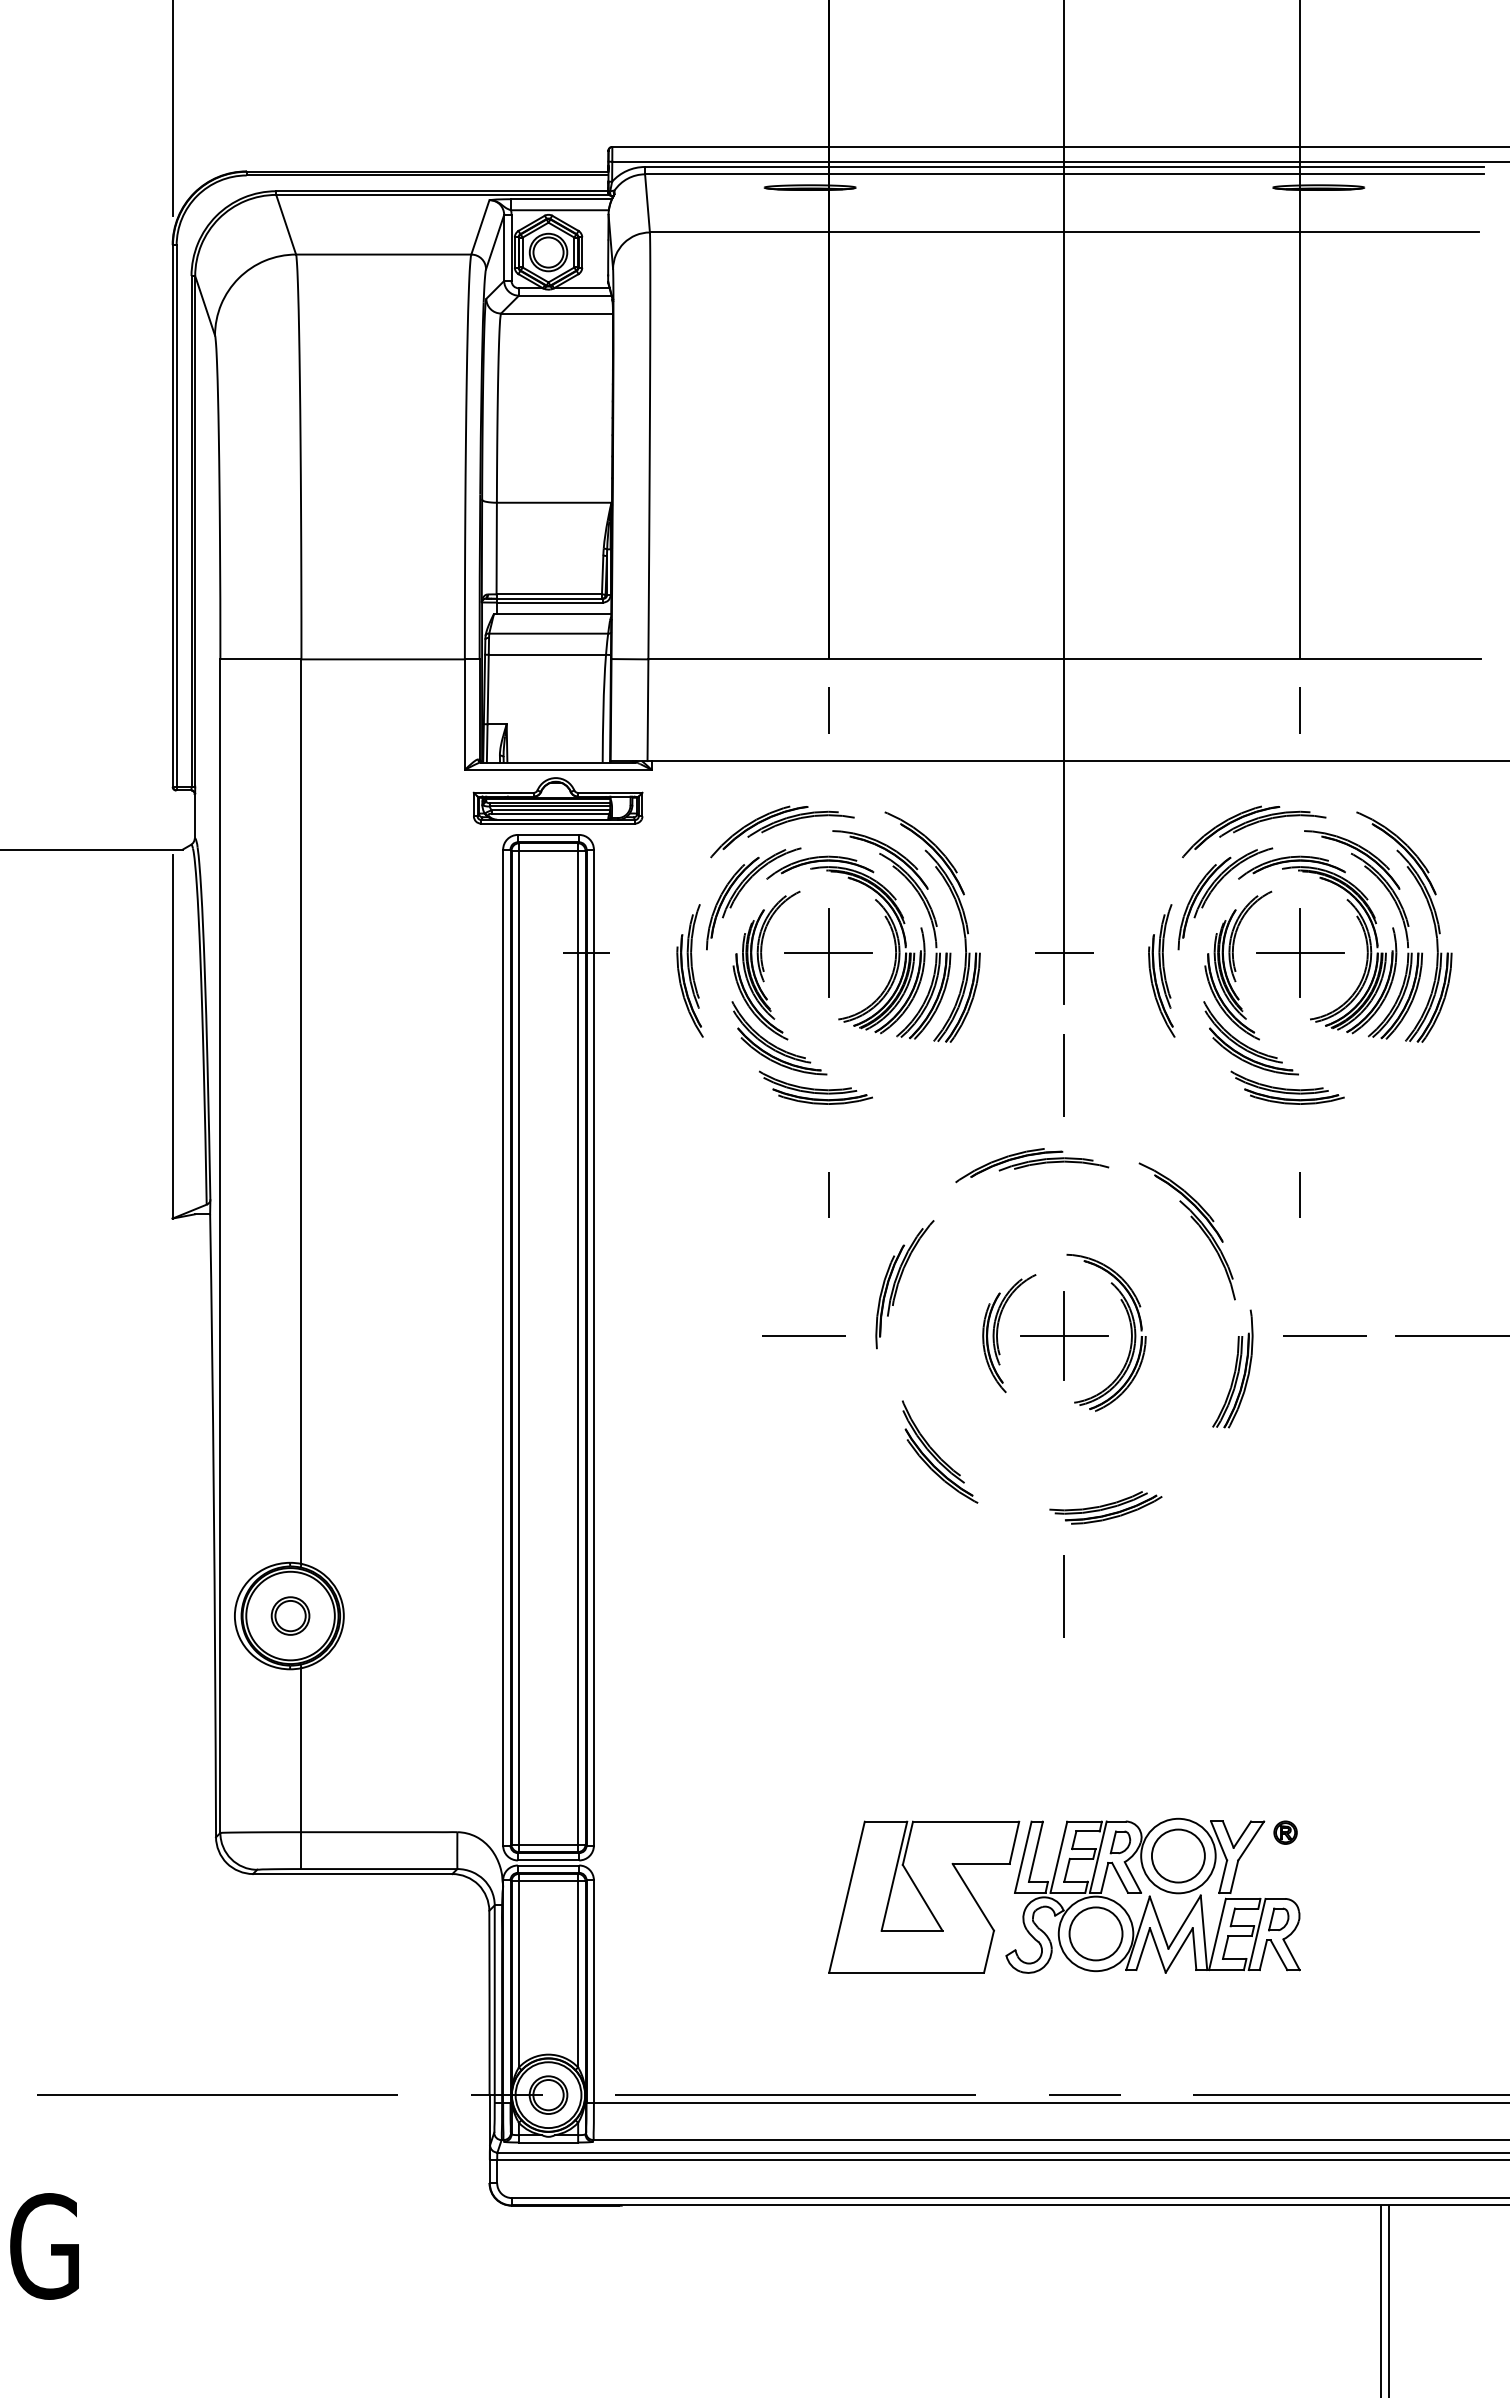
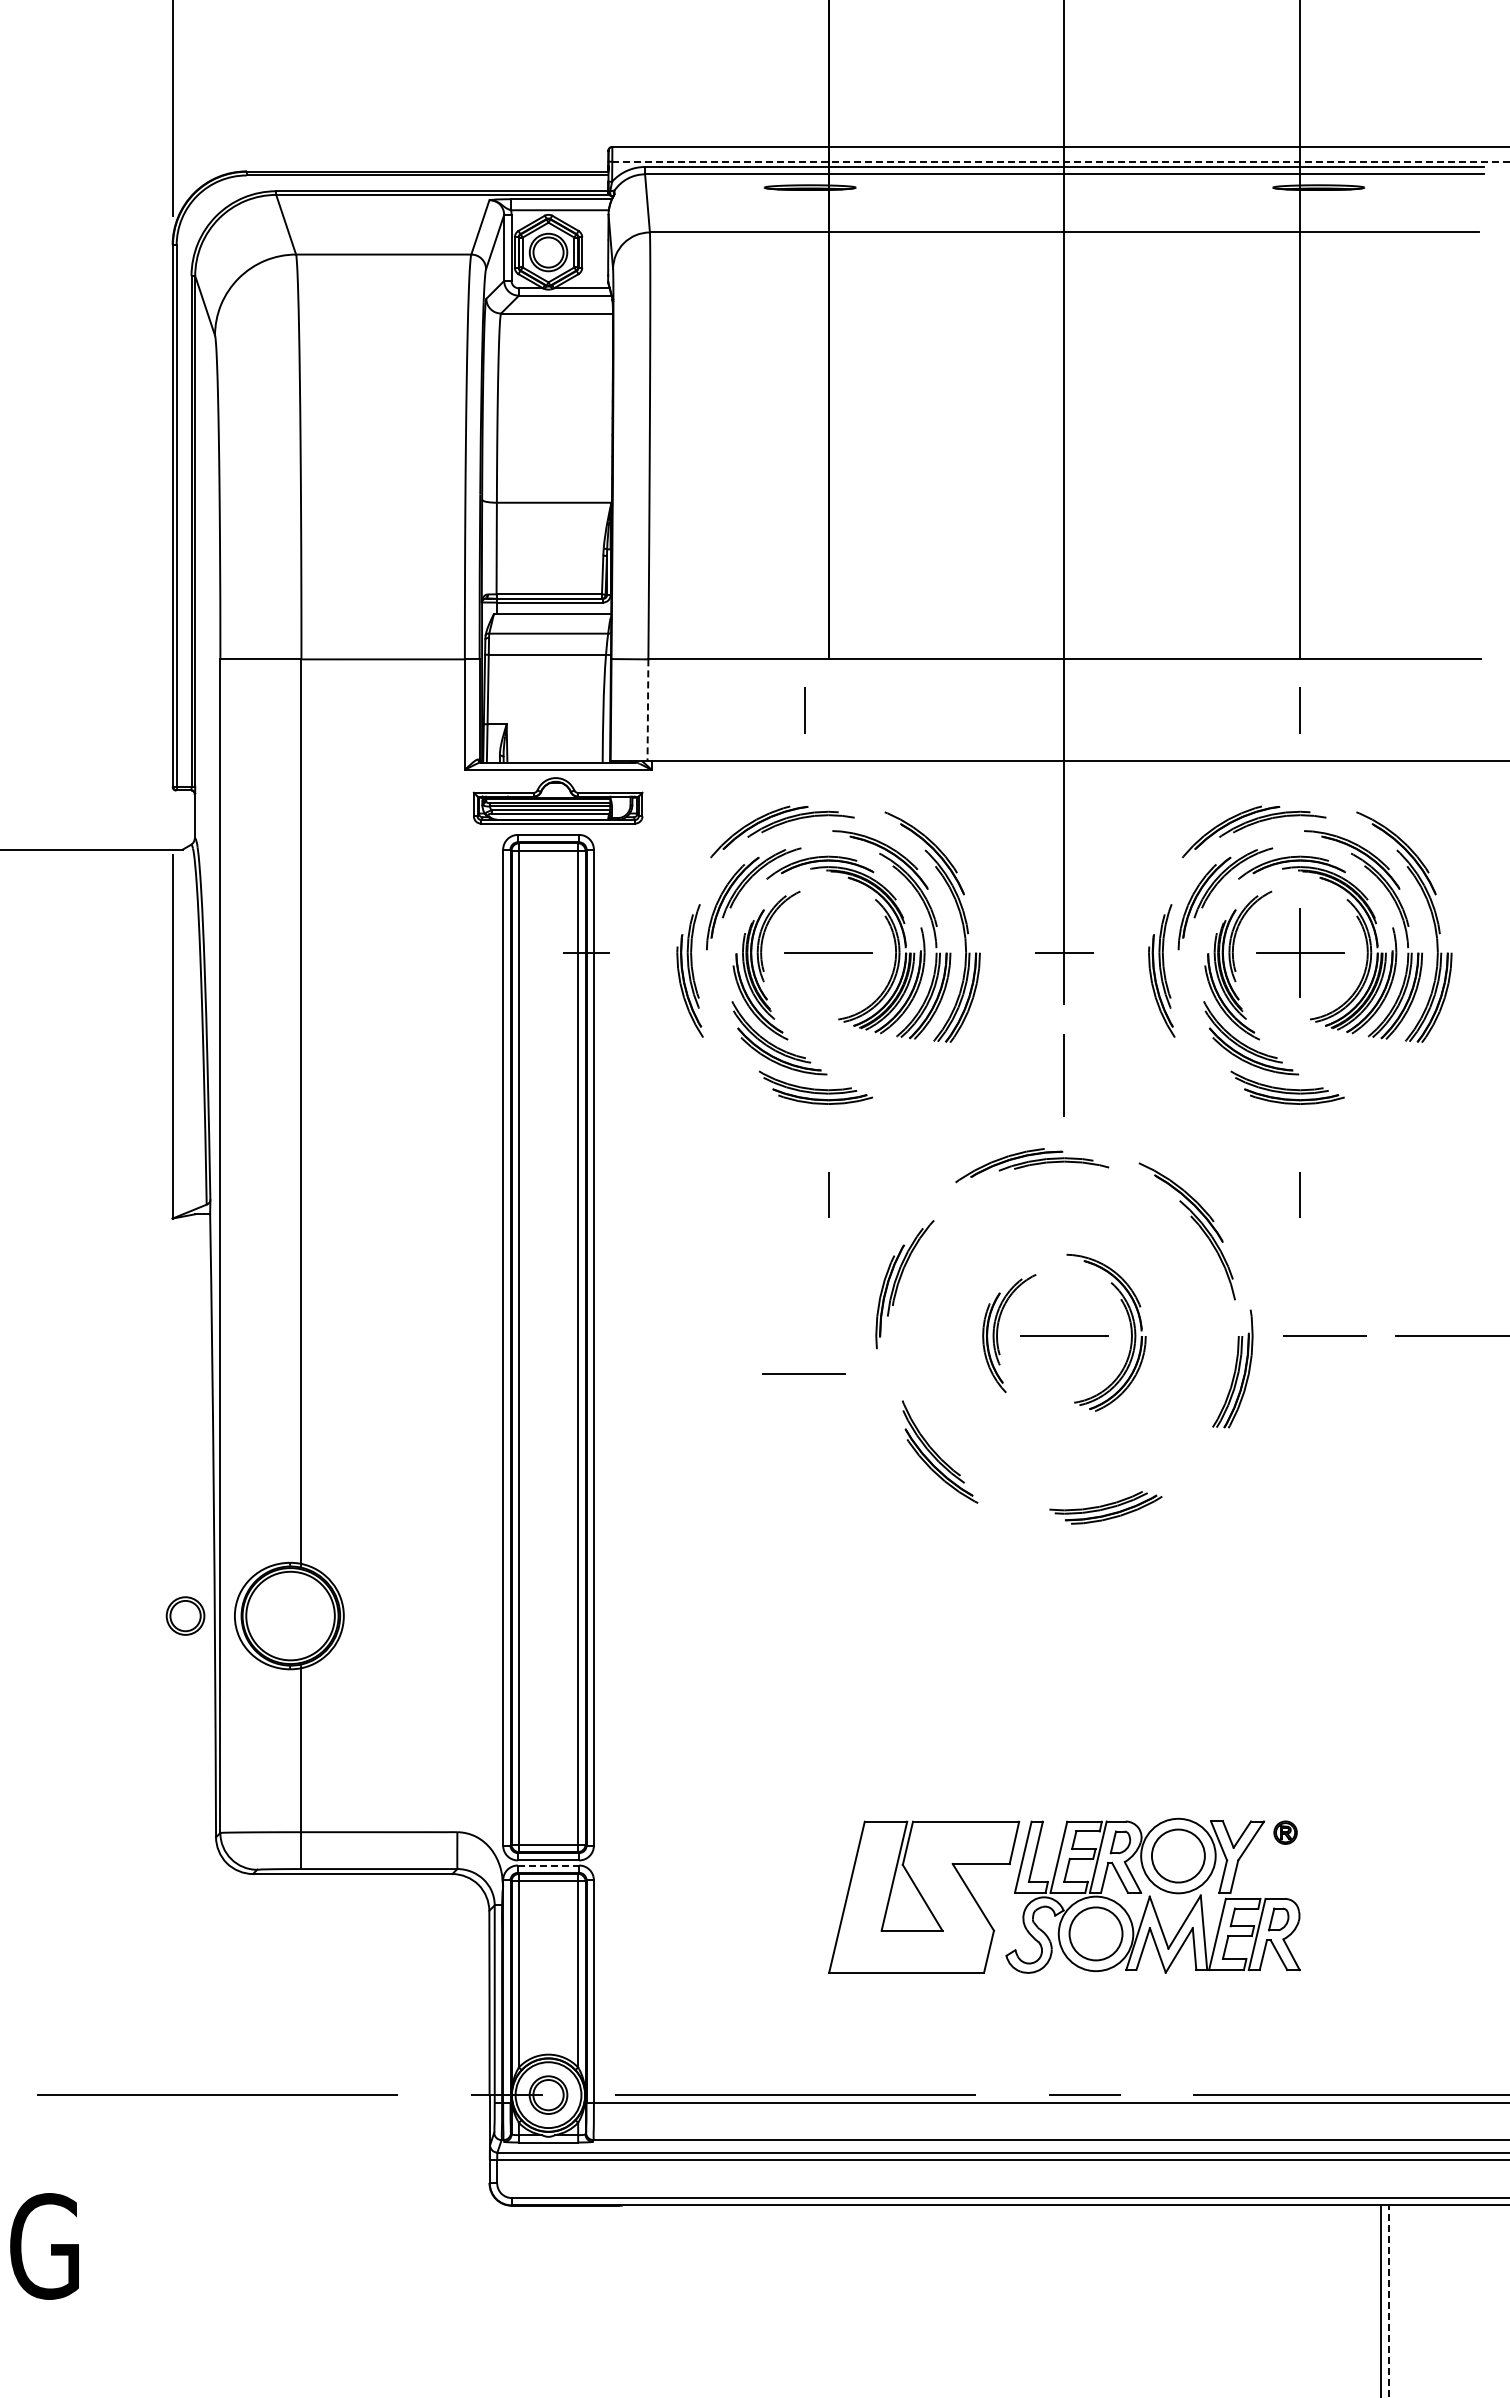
line at (1060, 161): solid -> dashed
line at (647, 710): solid -> dashed
line at (828, 710) position: (828, 710) -> (804, 710)
line at (828, 952): present -> none
line at (803, 1335) position: (803, 1335) -> (803, 1373)
line at (1064, 1335): present -> none
line at (1064, 1596): present -> none
part at (290, 1615) position: (290, 1615) -> (185, 1615)
line at (548, 1865): solid -> dashed
line at (1388, 2301): solid -> dashed
